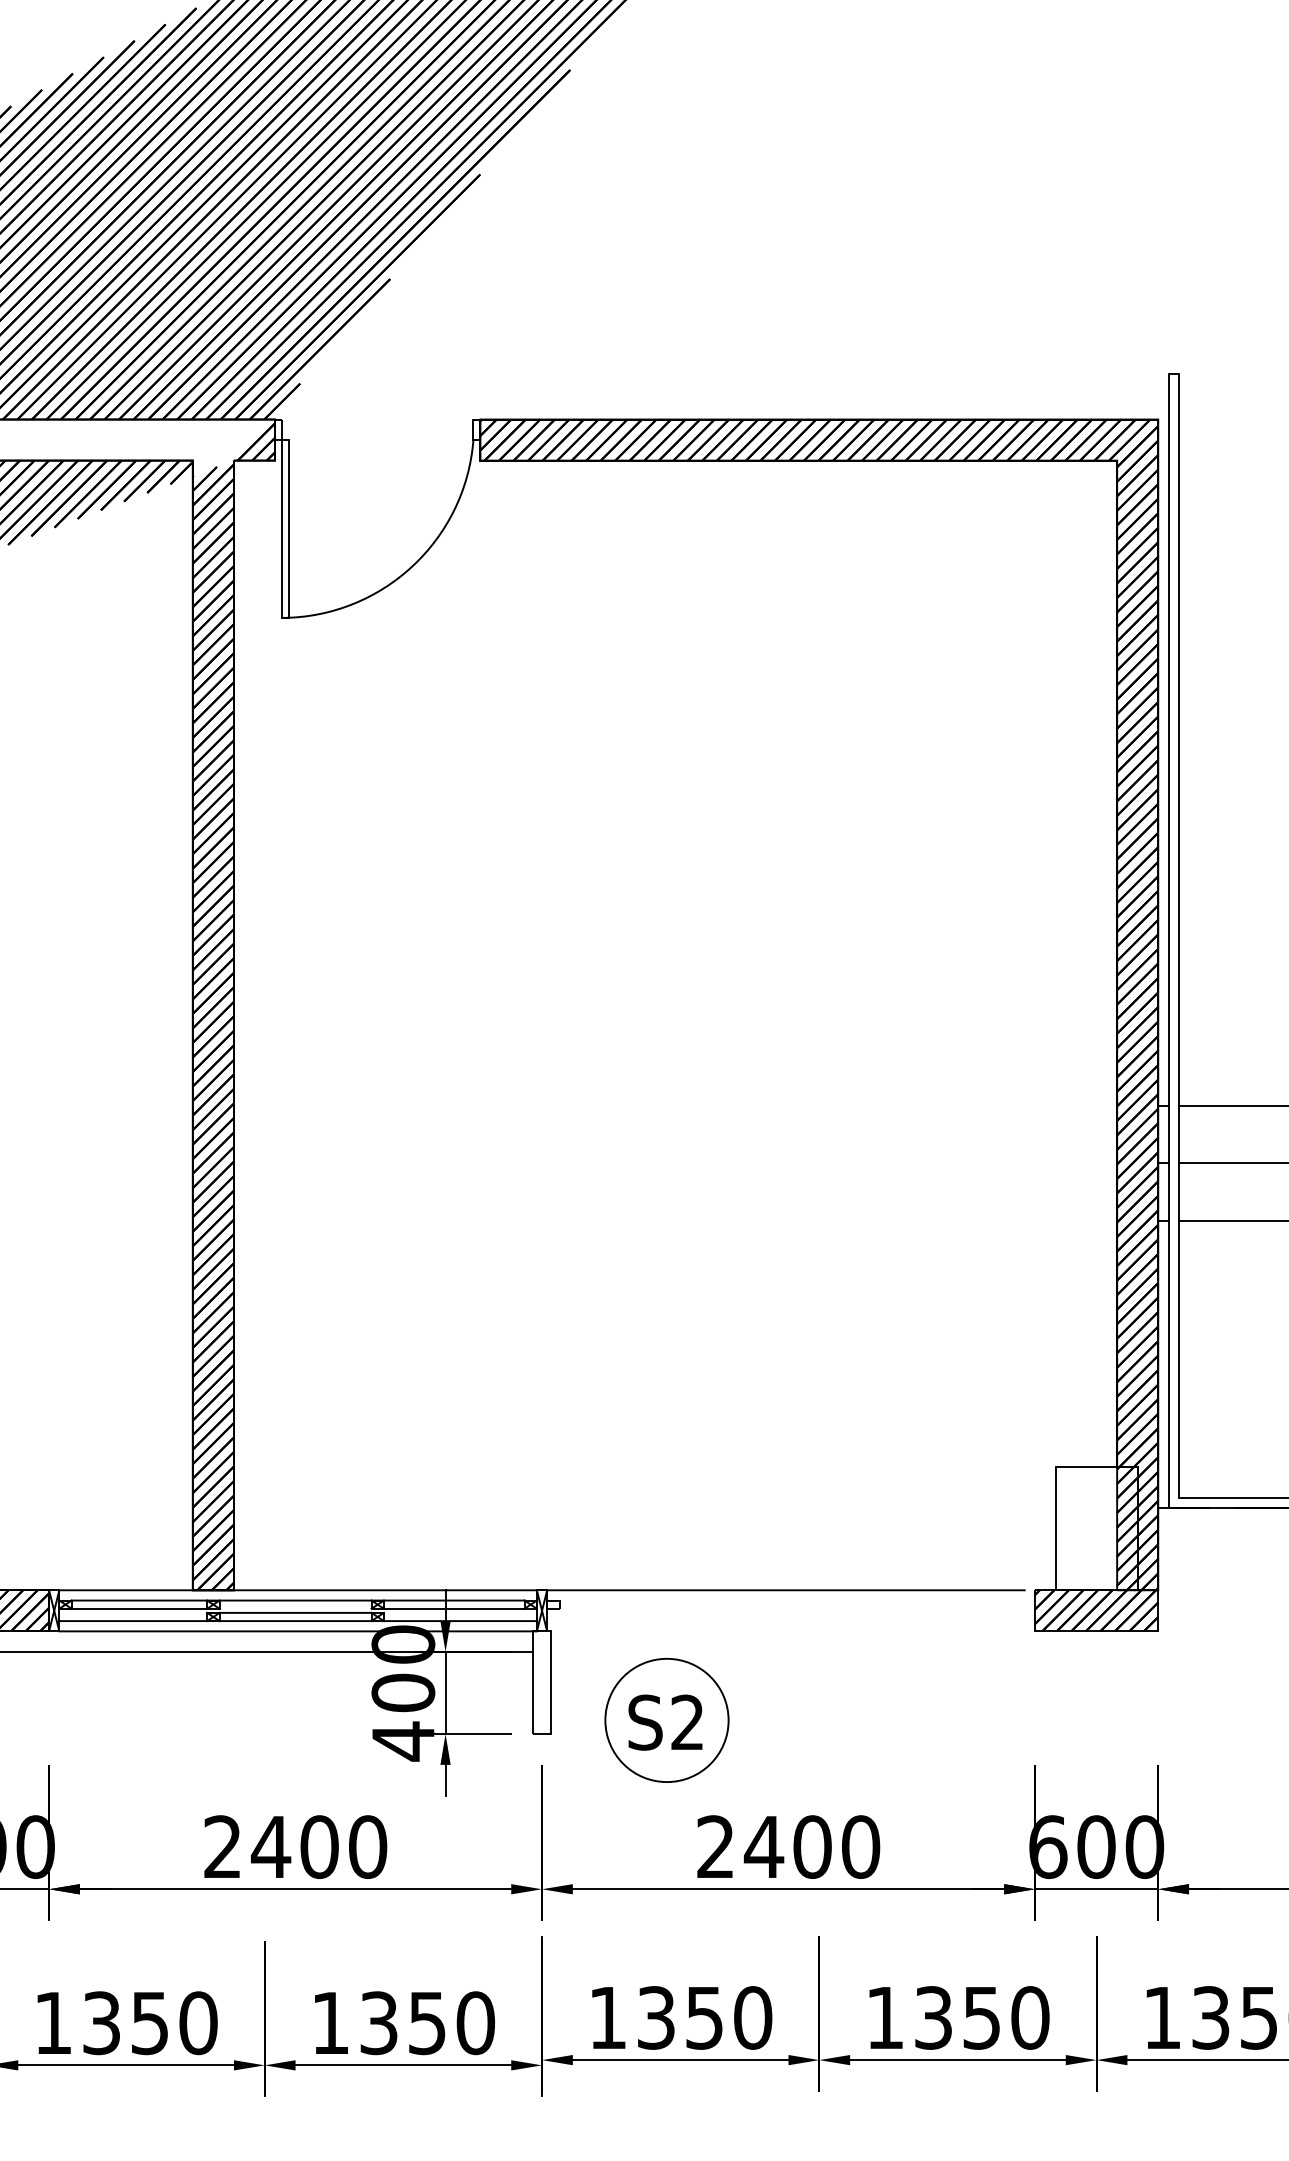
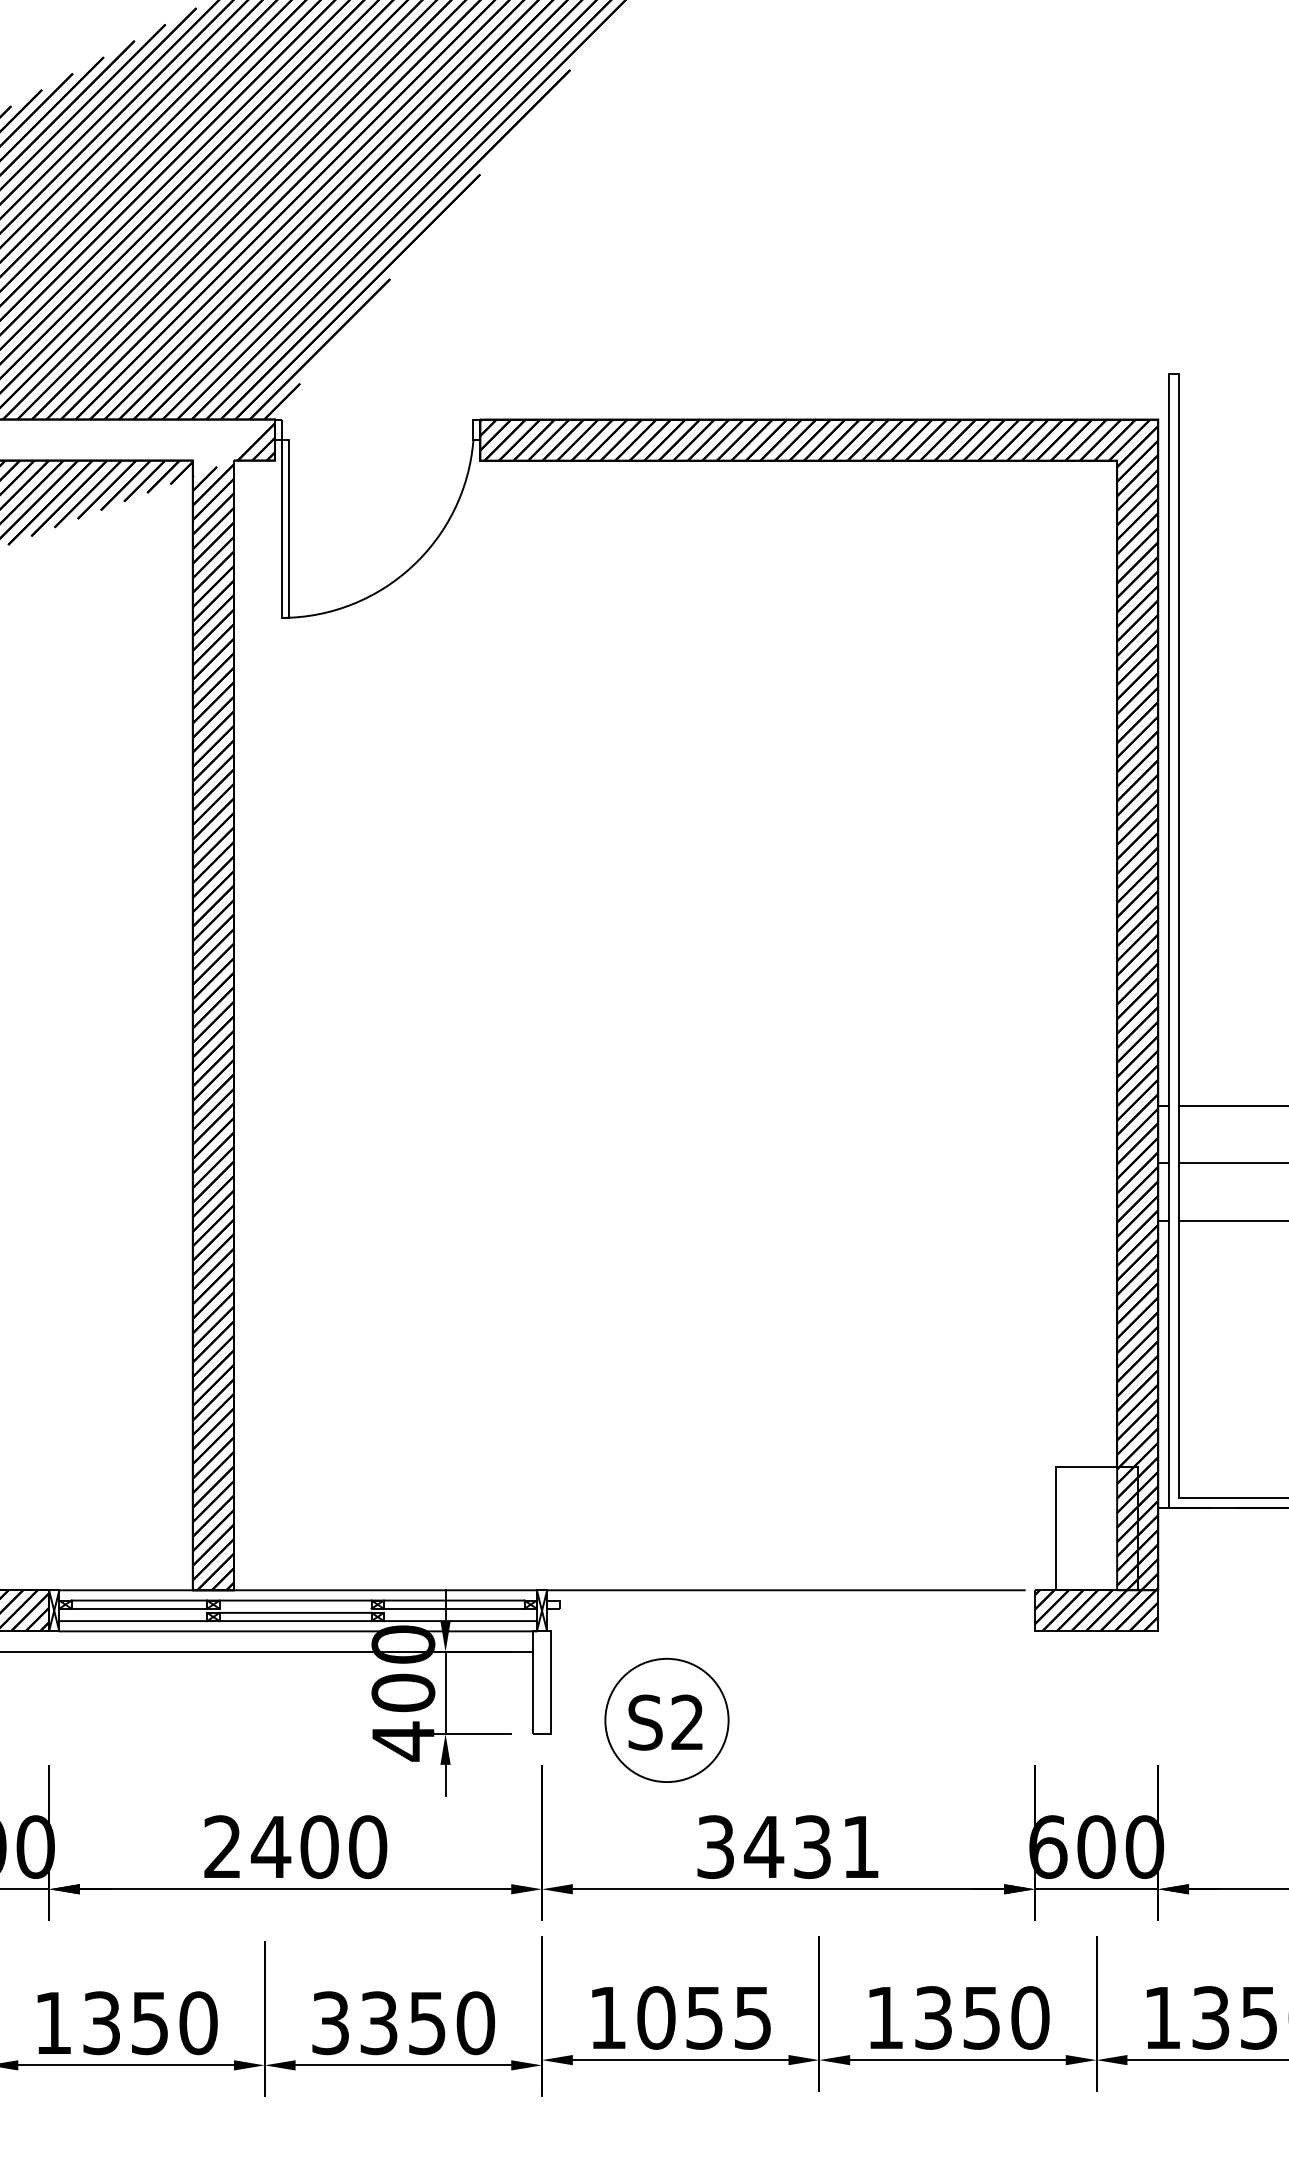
text at (788, 1847): 2400 -> 3431
text at (704, 2017): 1350 -> 1055
text at (330, 2023): 1350 -> 3350
